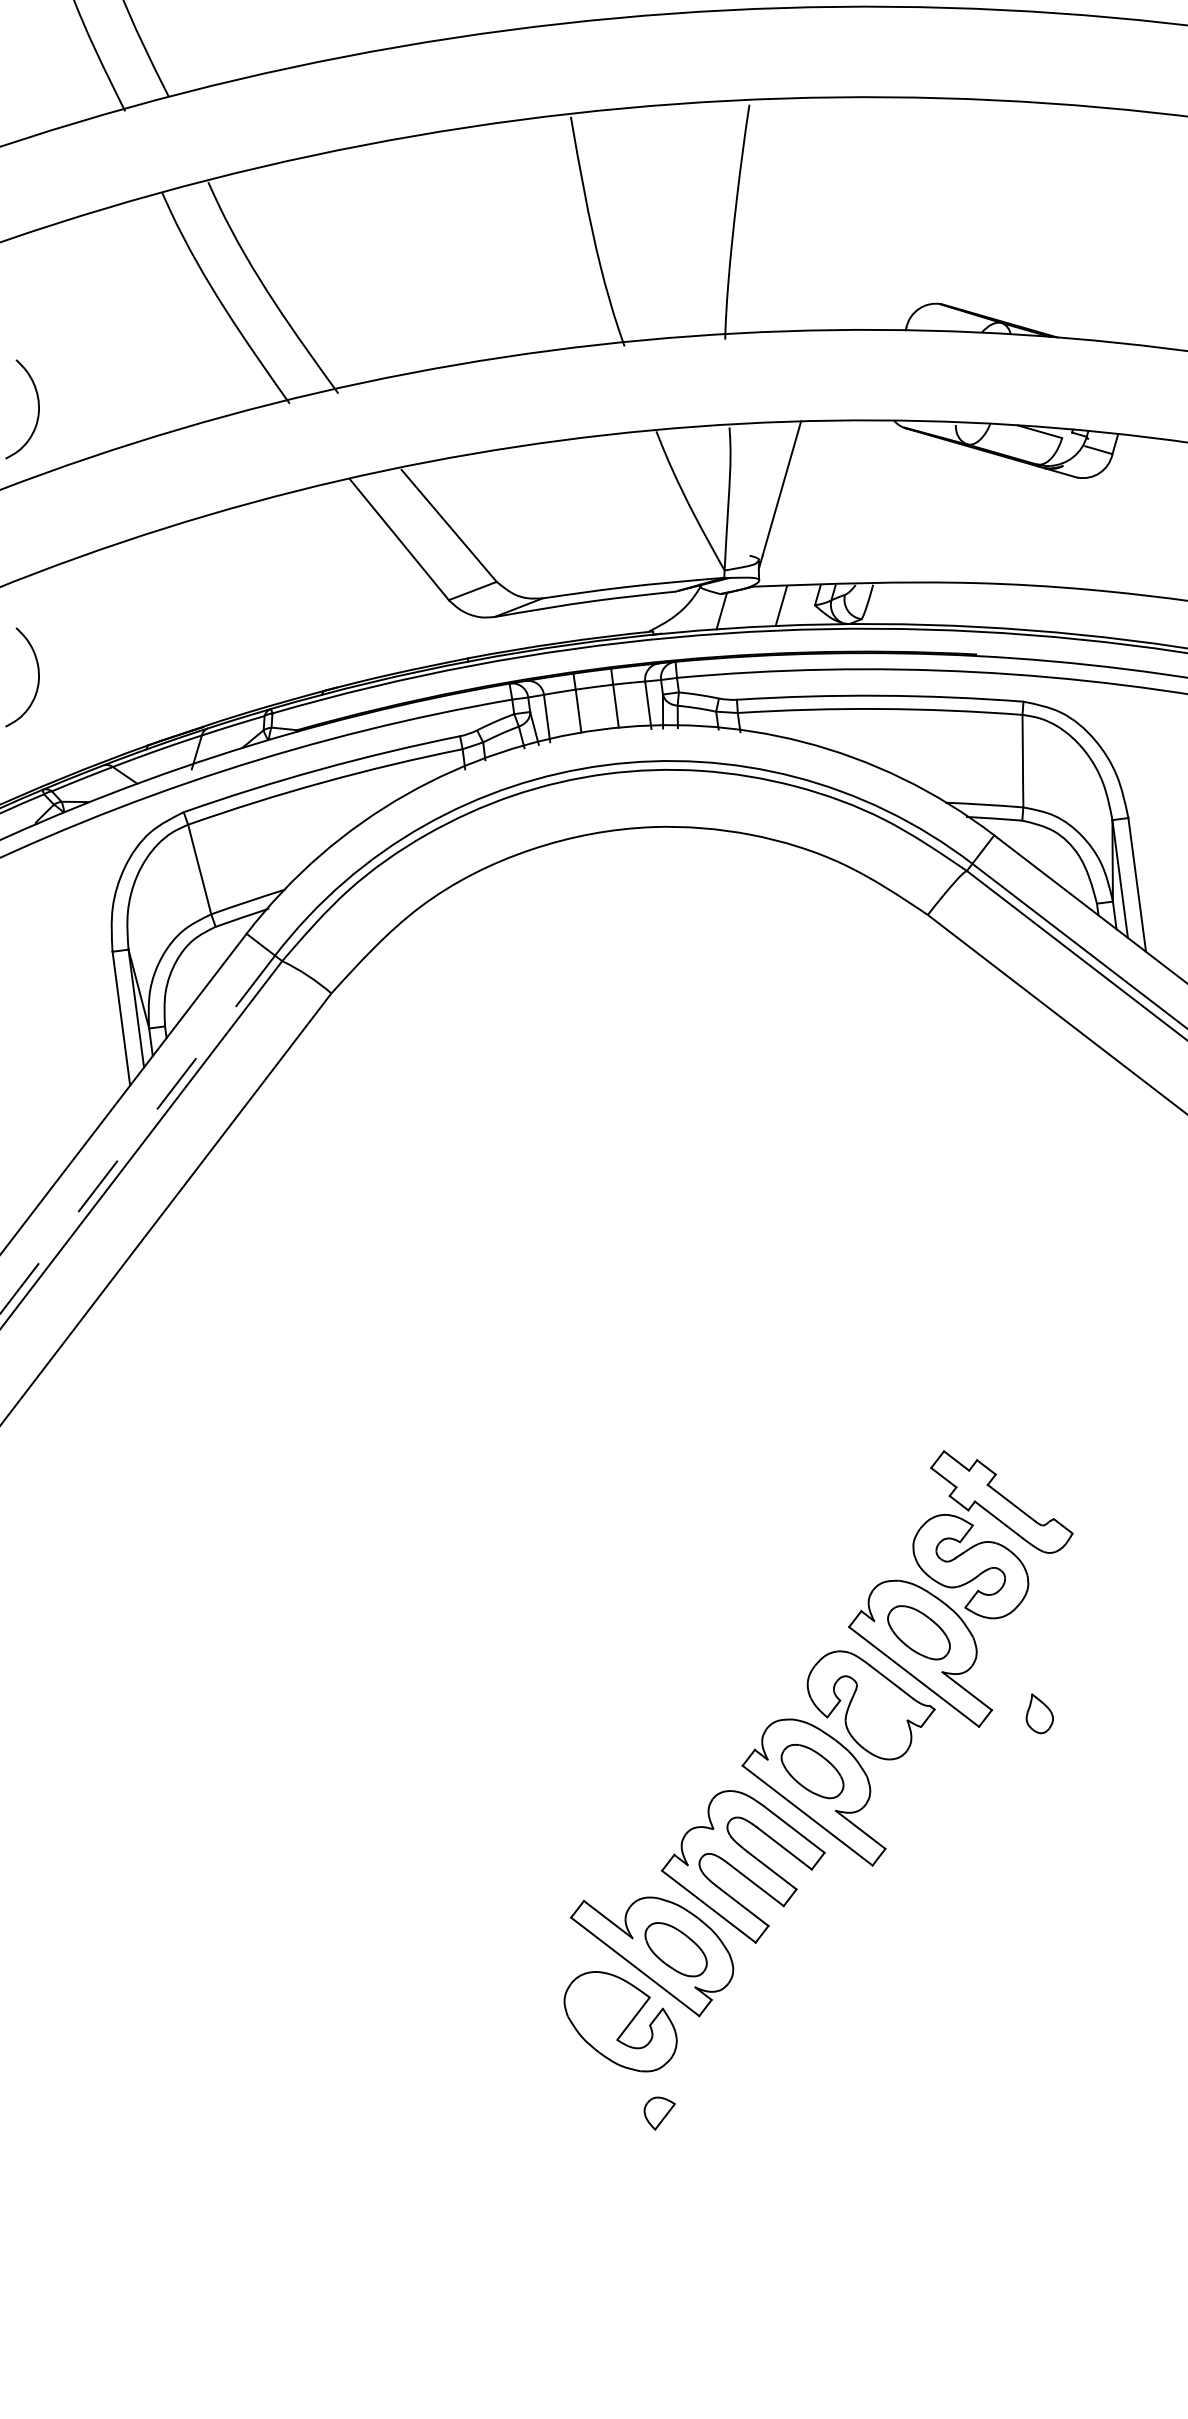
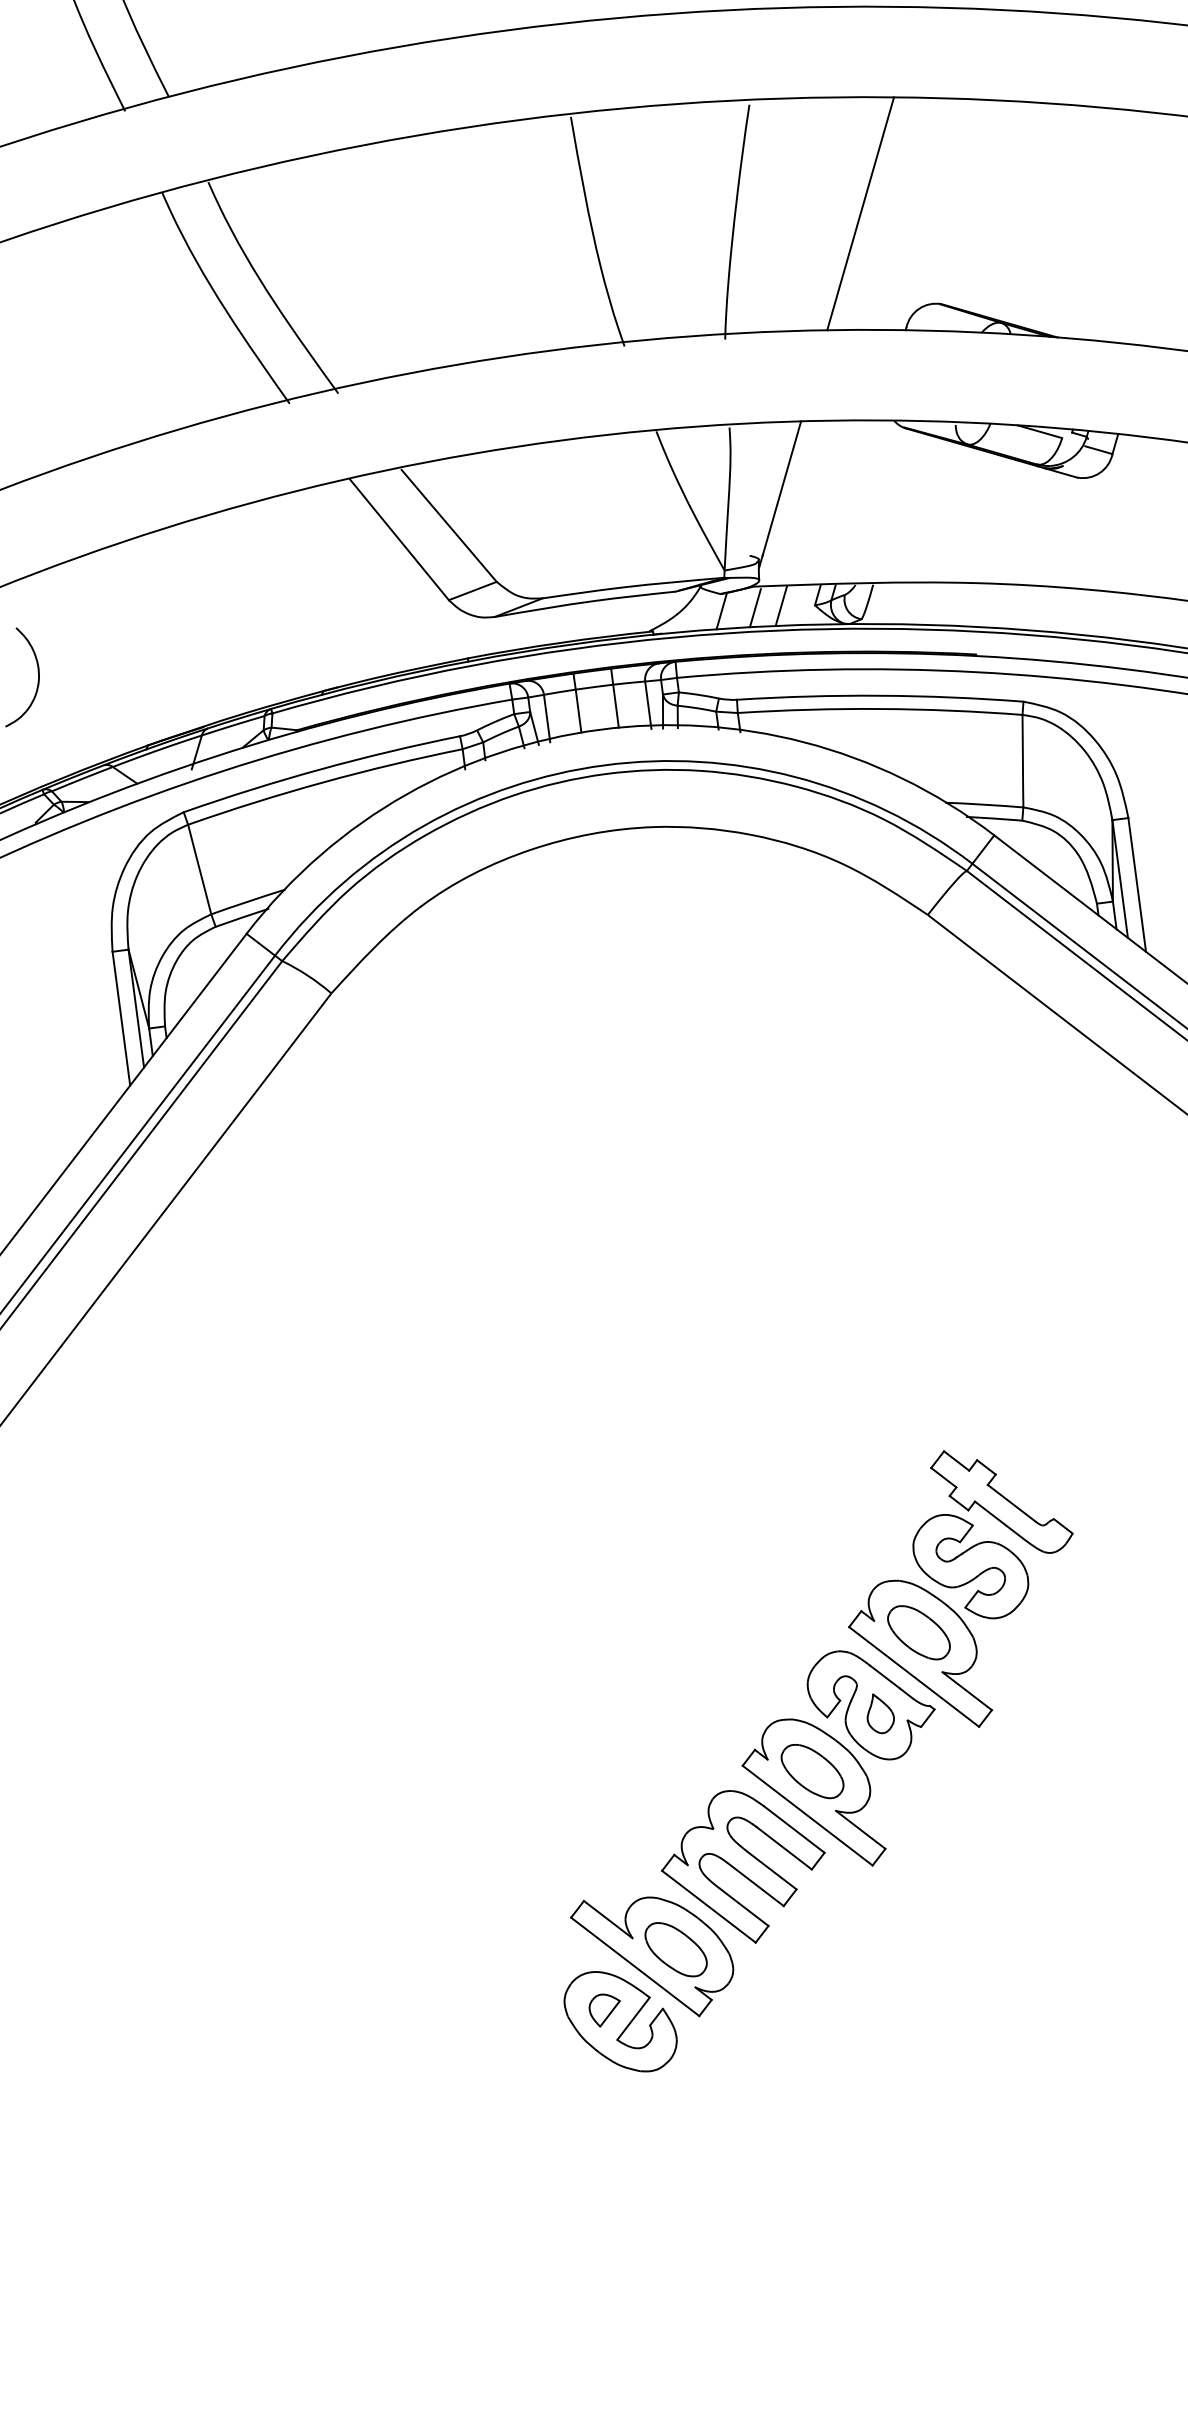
line at (860, 213): none -> present
curve at (37, 413): present -> none
line at (754, 608): none -> present
line at (138, 1134): dashed -> solid
part at (1039, 1713) position: (1039, 1713) -> (880, 1713)
part at (659, 2113) position: (659, 2113) -> (604, 2010)
